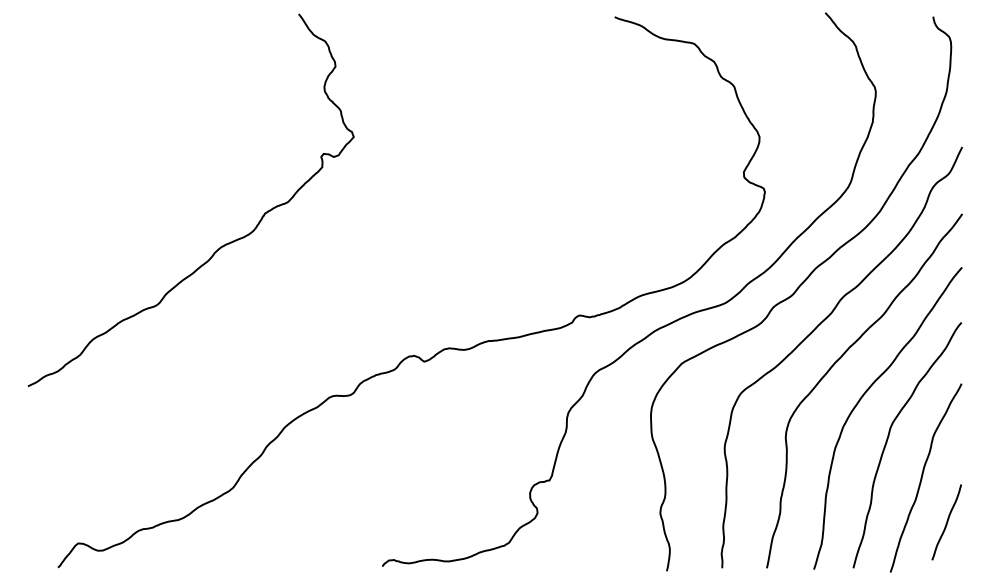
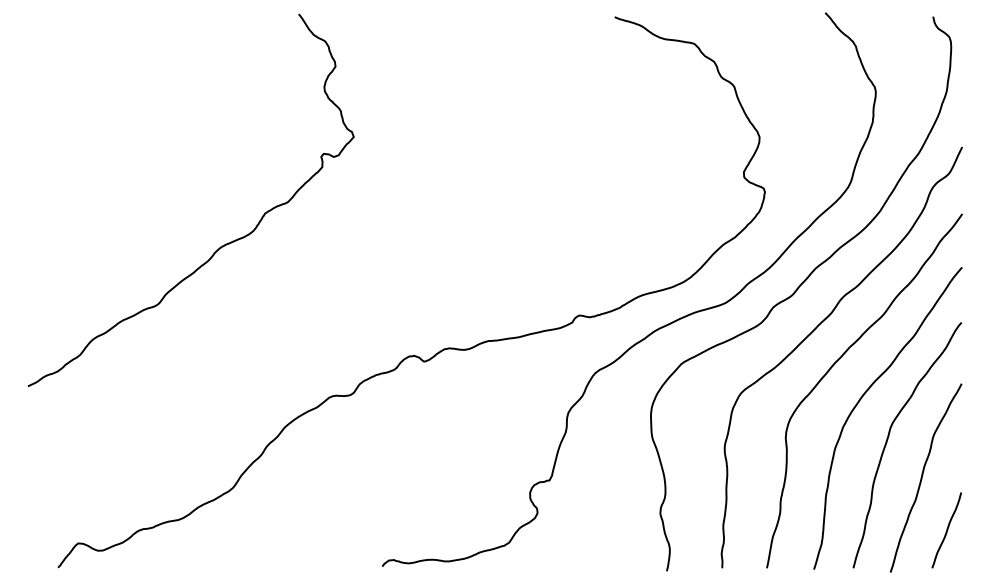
line at (946, 522) position: (946, 522) -> (946, 530)
